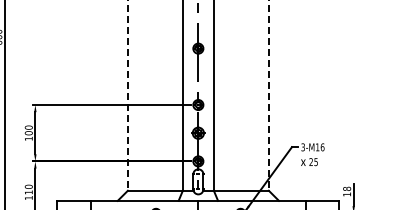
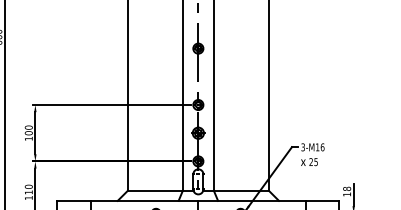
line at (127, 95): dashed -> solid
line at (268, 95): dashed -> solid
